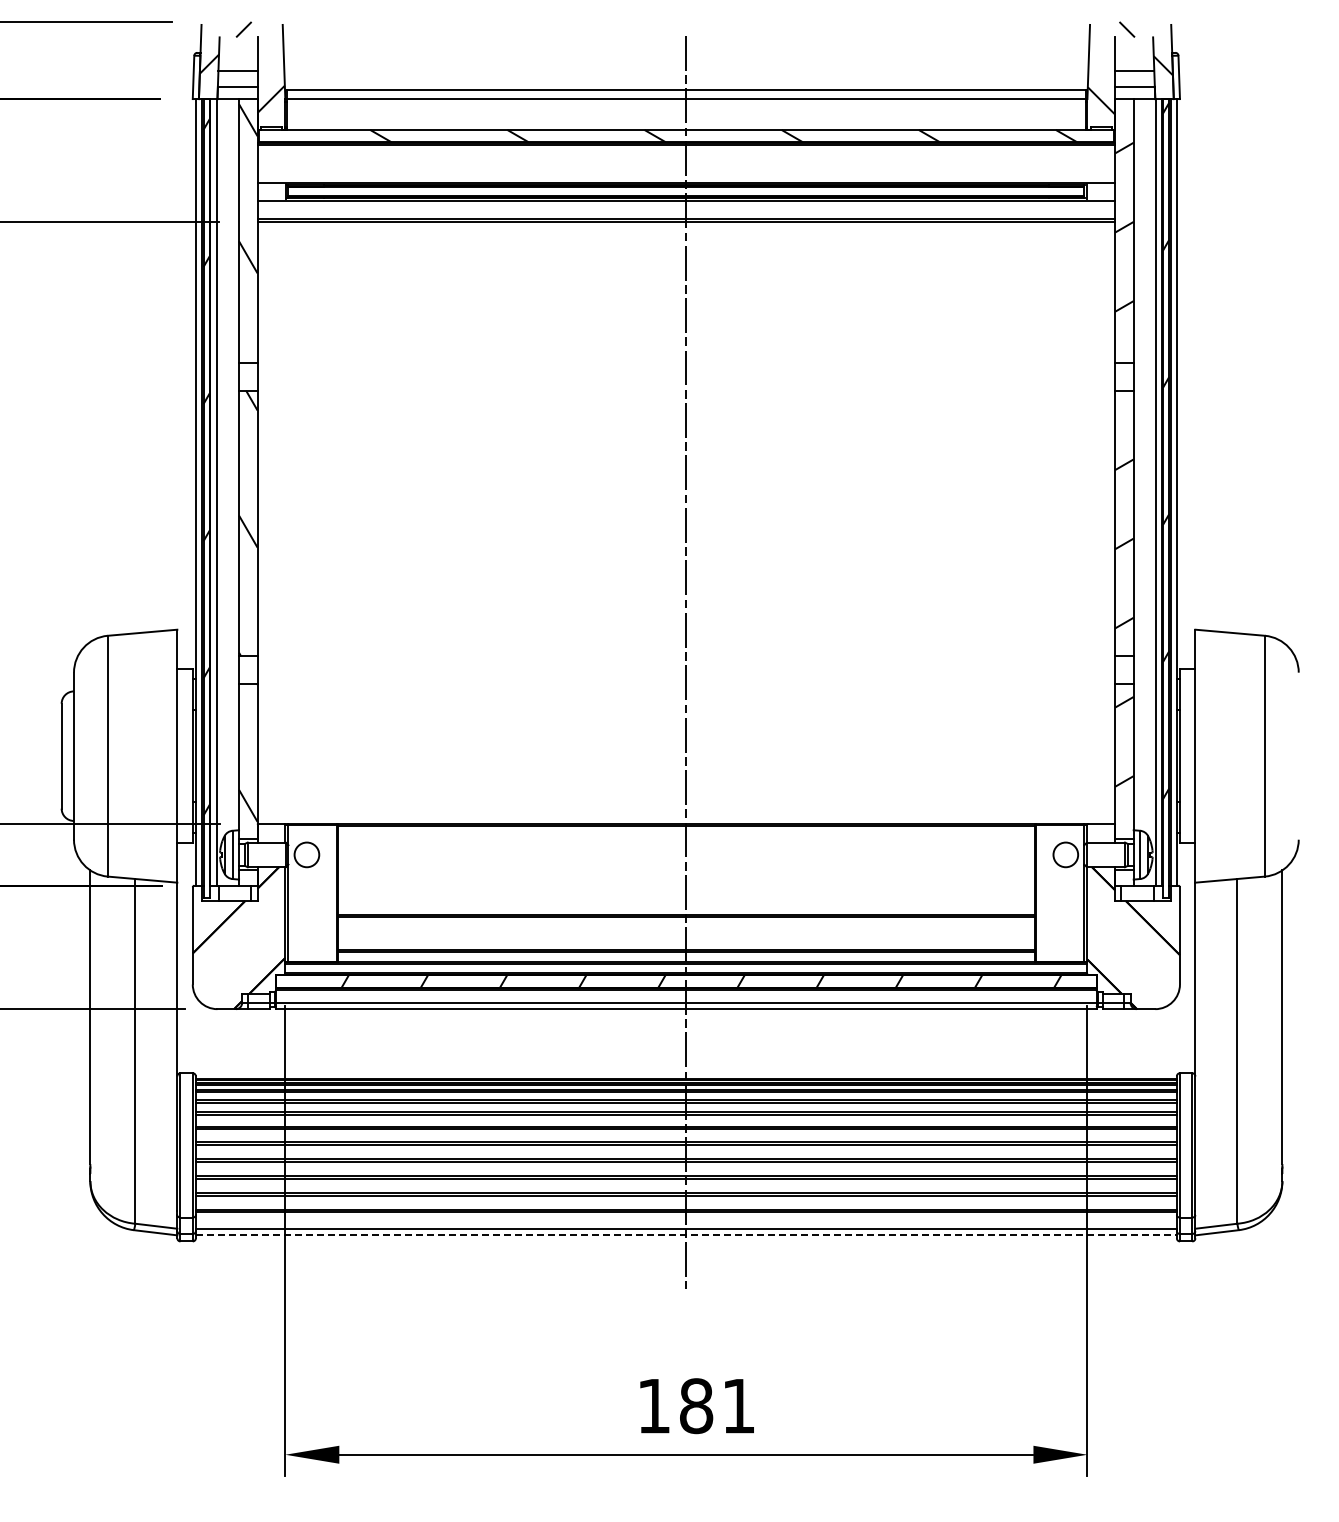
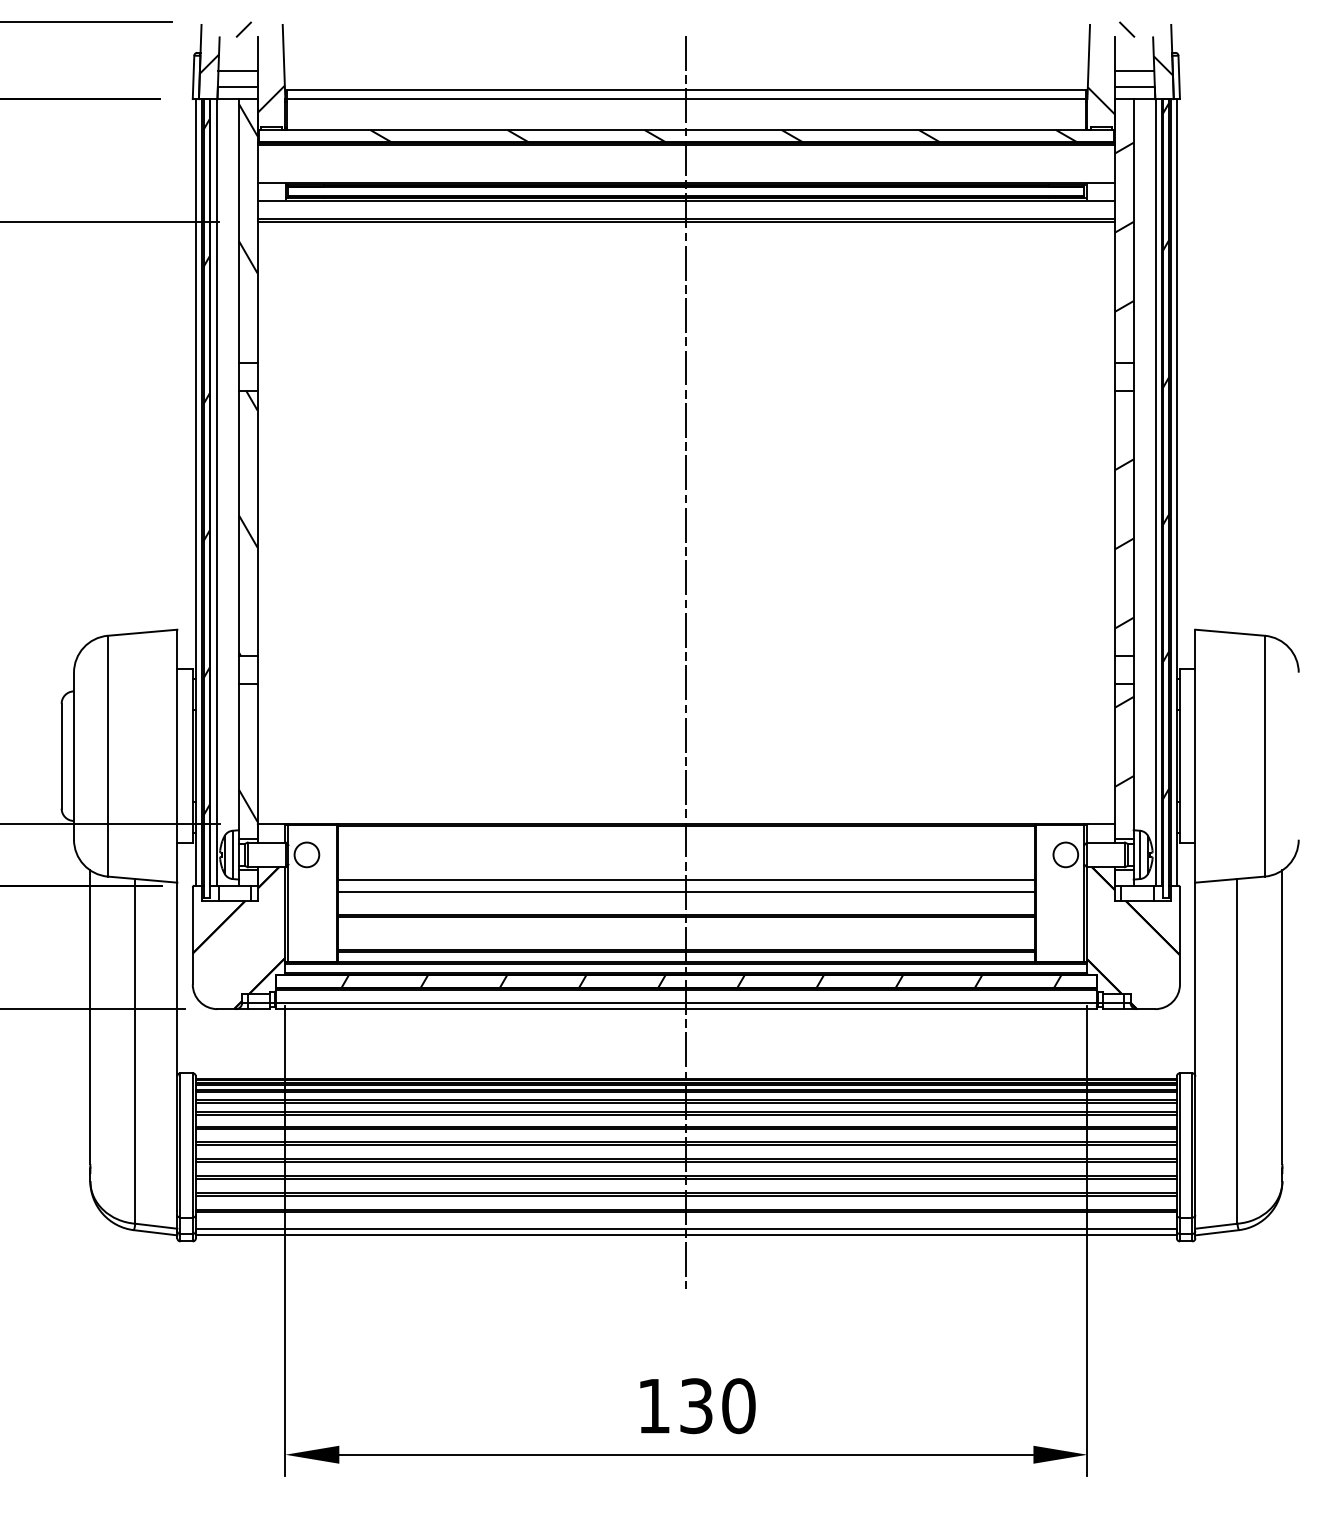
line at (685, 879): none -> present
line at (685, 891): none -> present
line at (686, 1235): dashed -> solid
text at (717, 1406): 181 -> 130
